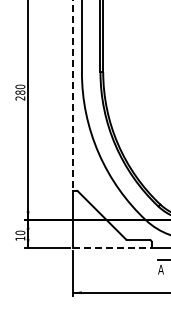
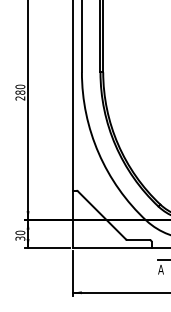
line at (72, 95): dashed -> solid
text at (20, 238): 10 -> 30
line at (112, 248): dashed -> solid
